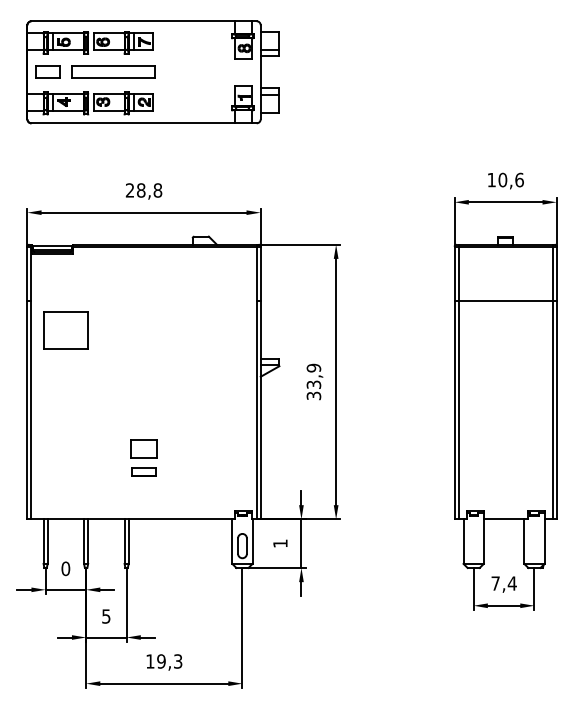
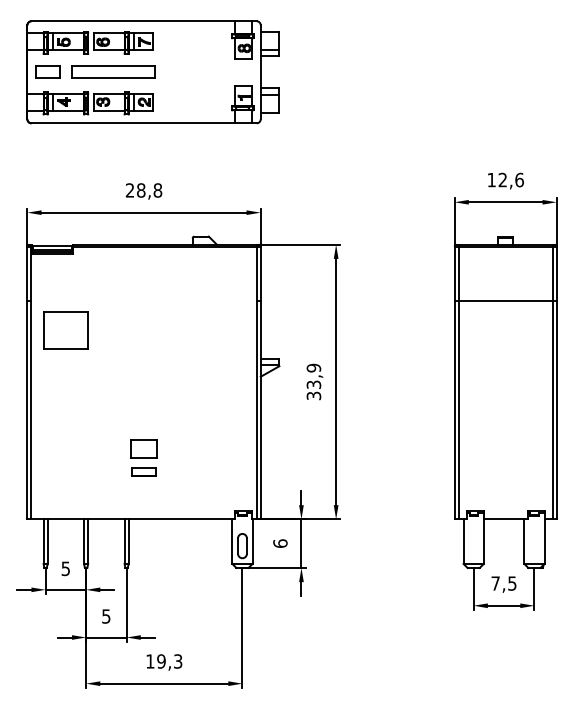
text at (502, 179): 10,6 -> 12,6
text at (280, 543): 1 -> 6
text at (65, 568): 0 -> 5
text at (511, 583): 7,4 -> 7,5
